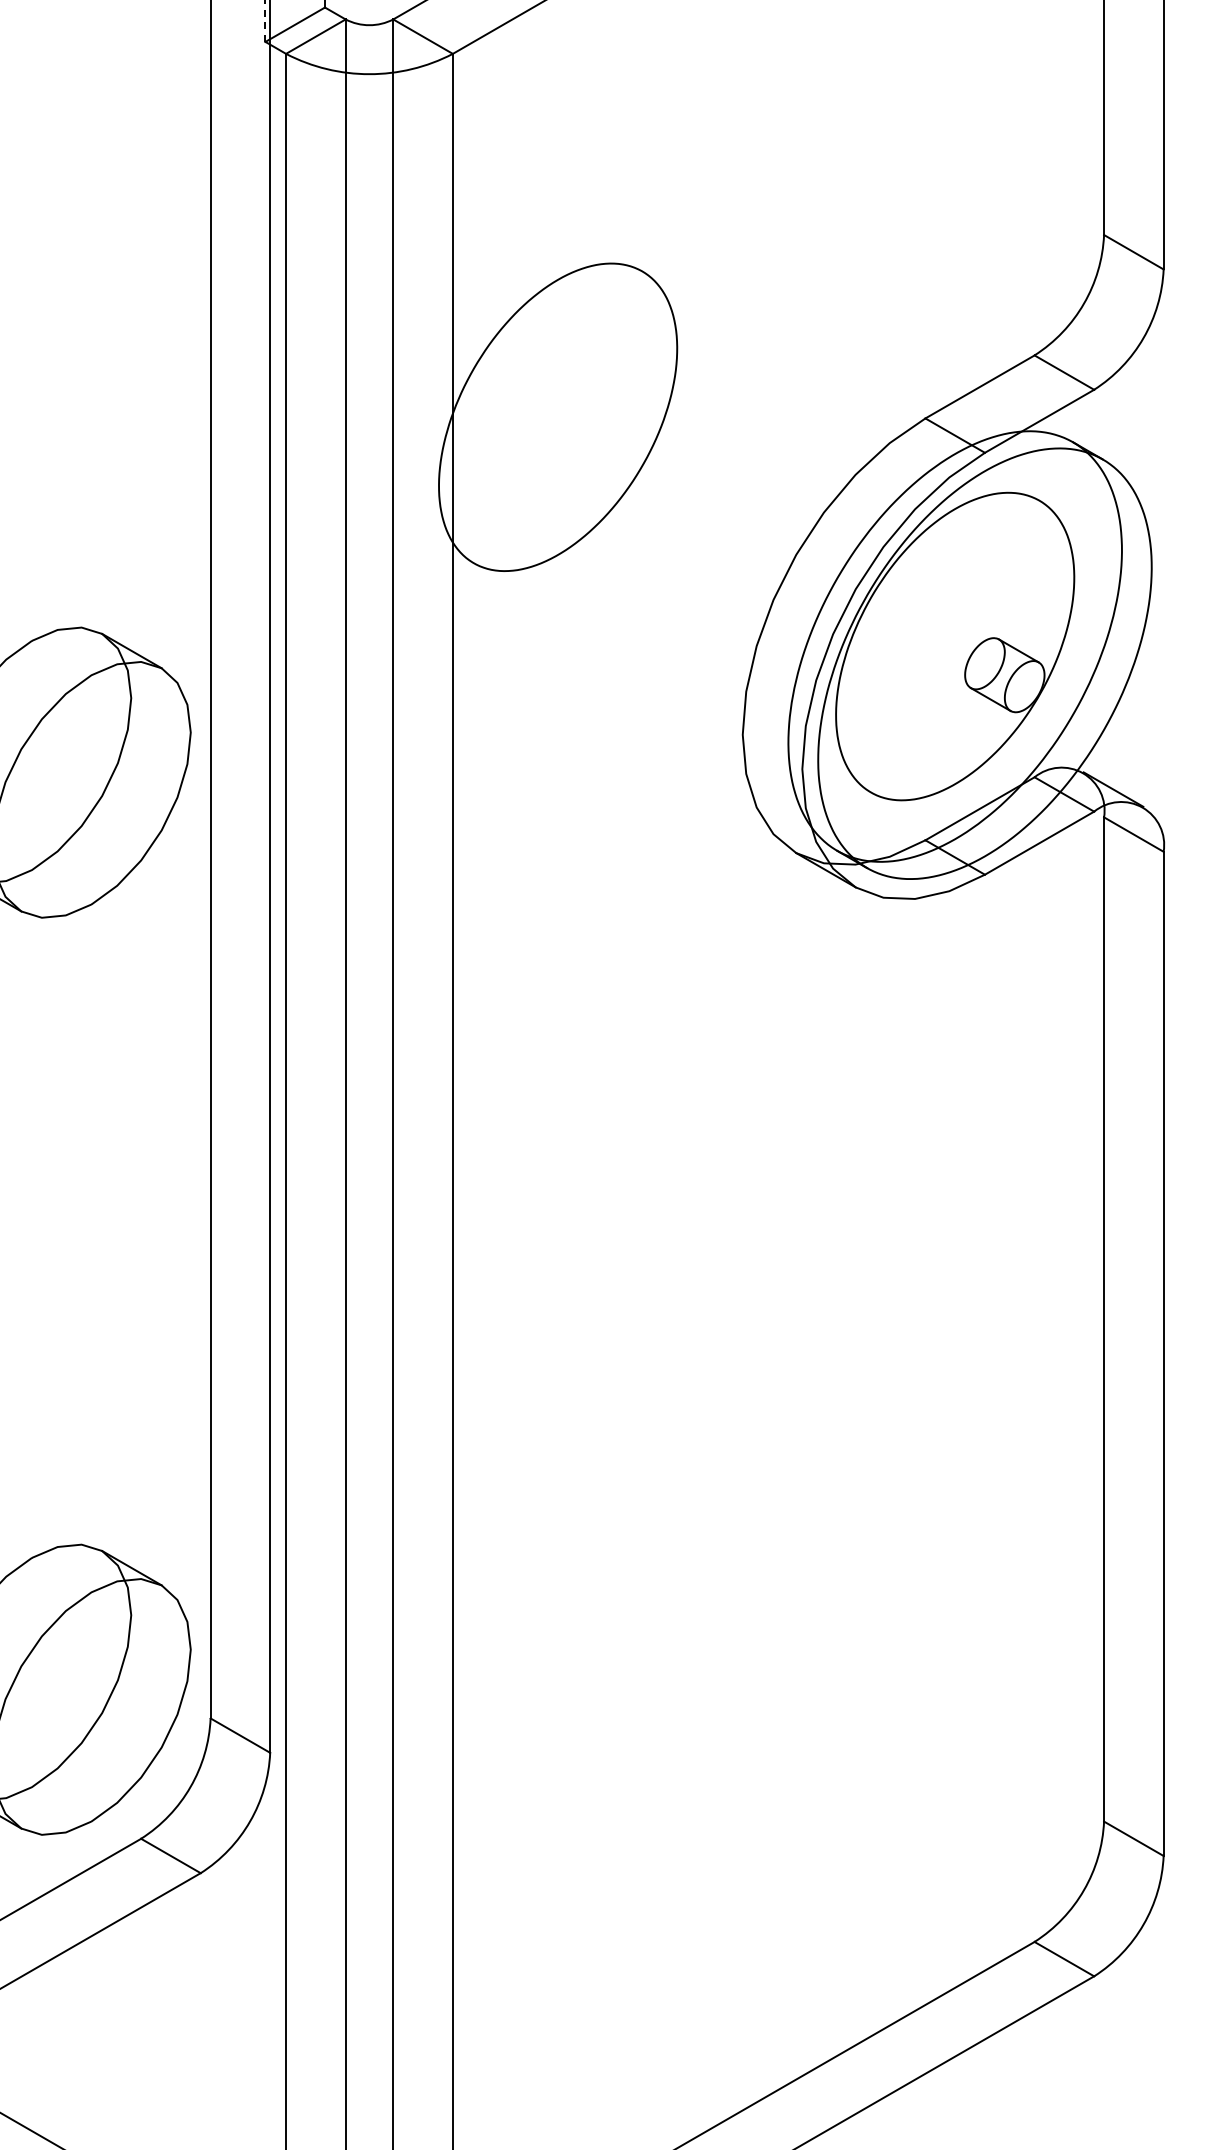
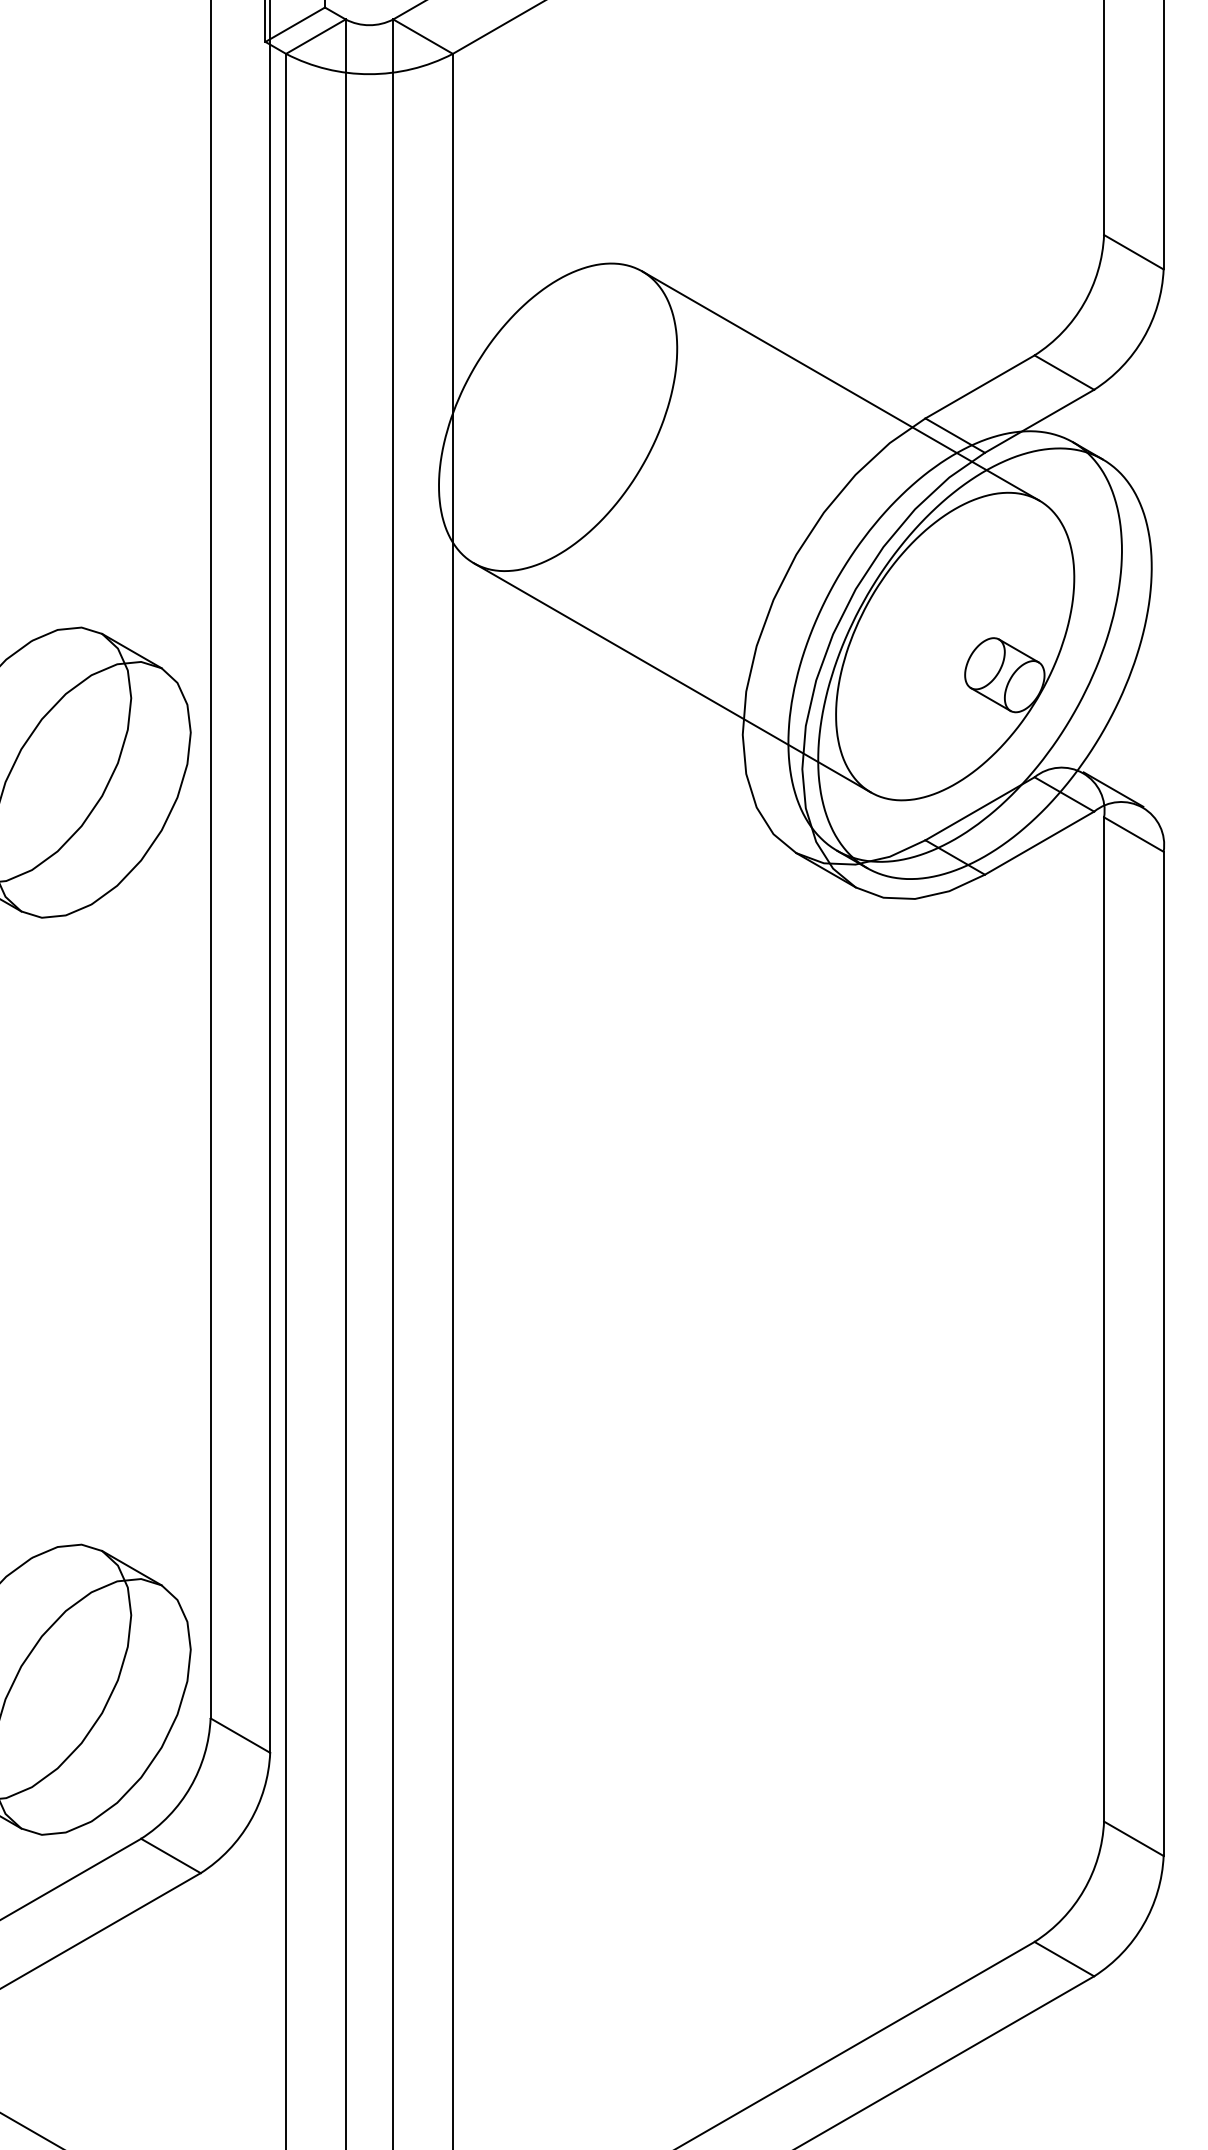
line at (265, 20): dashed -> solid
line at (840, 385): none -> present
line at (671, 677): none -> present
